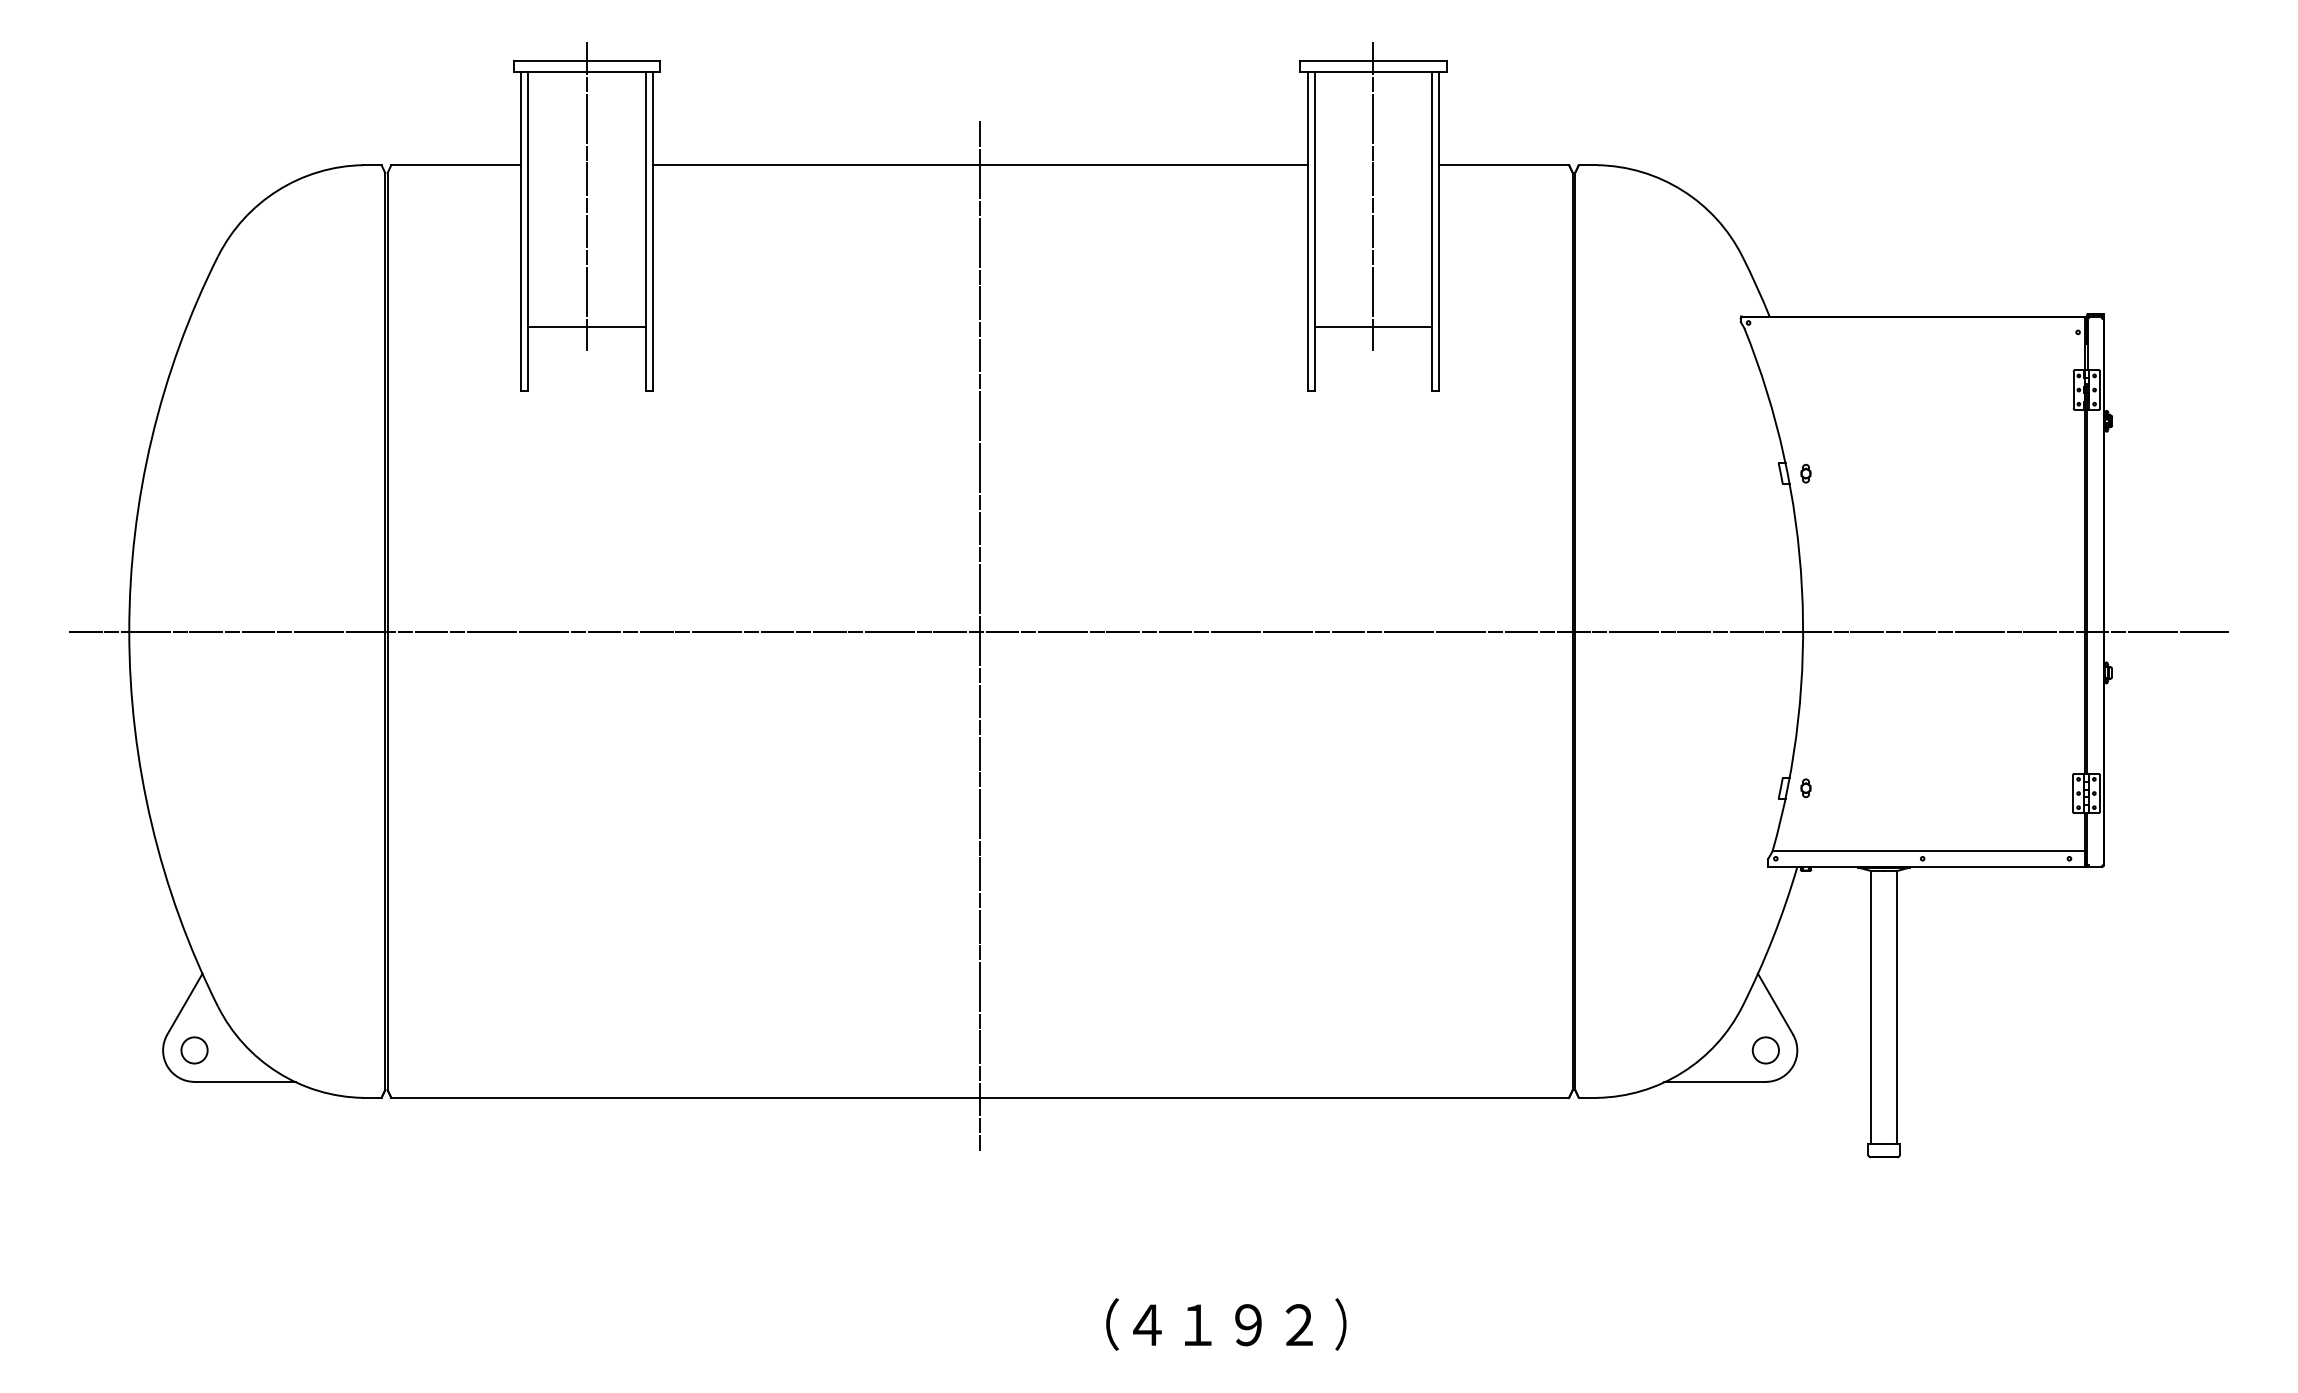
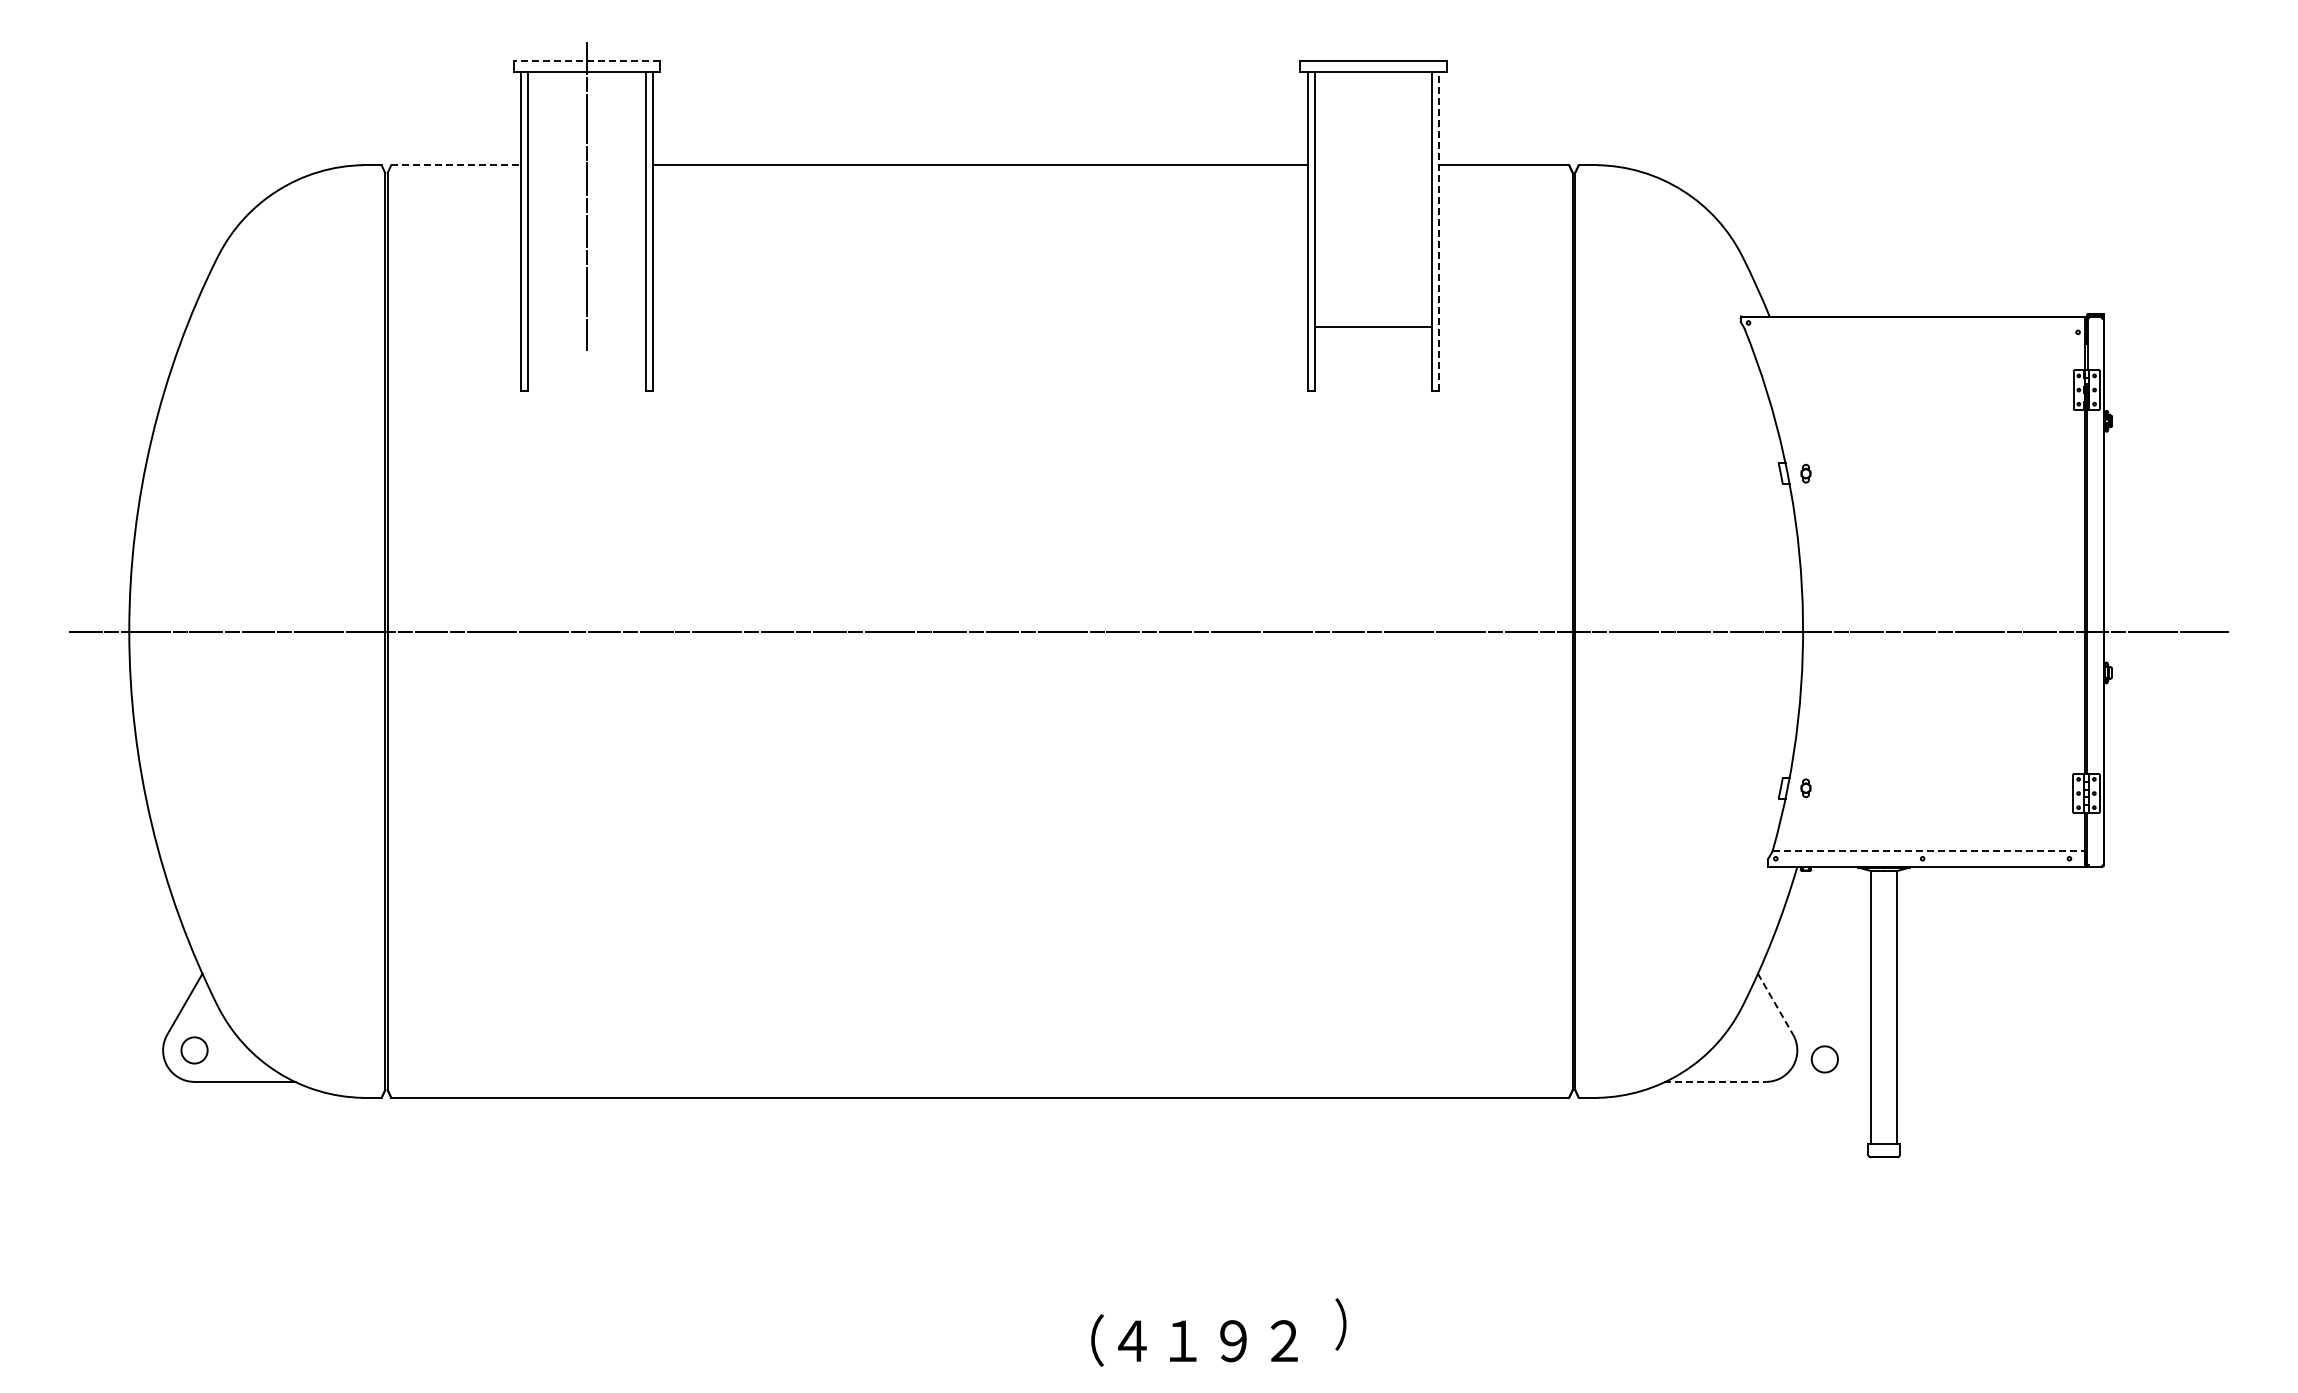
line at (586, 61): solid -> dashed
line at (456, 165): solid -> dashed
line at (1373, 196): present -> none
line at (1438, 230): solid -> dashed
line at (586, 326): present -> none
line at (980, 635): present -> none
line at (1929, 851): solid -> dashed
line at (1775, 1004): solid -> dashed
circle at (1765, 1050) position: (1765, 1050) -> (1824, 1059)
line at (1715, 1081): solid -> dashed
text at (1209, 1324) position: (1209, 1324) -> (1194, 1340)
